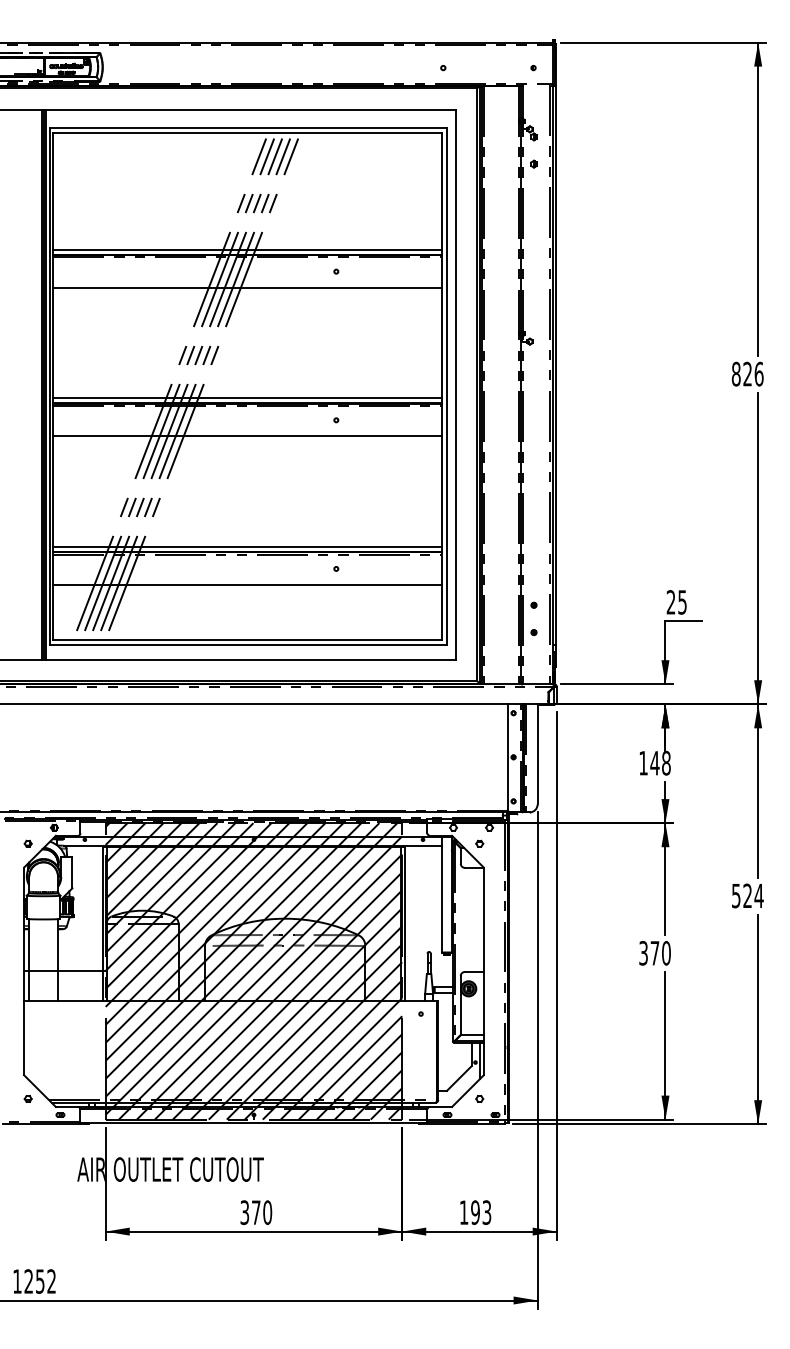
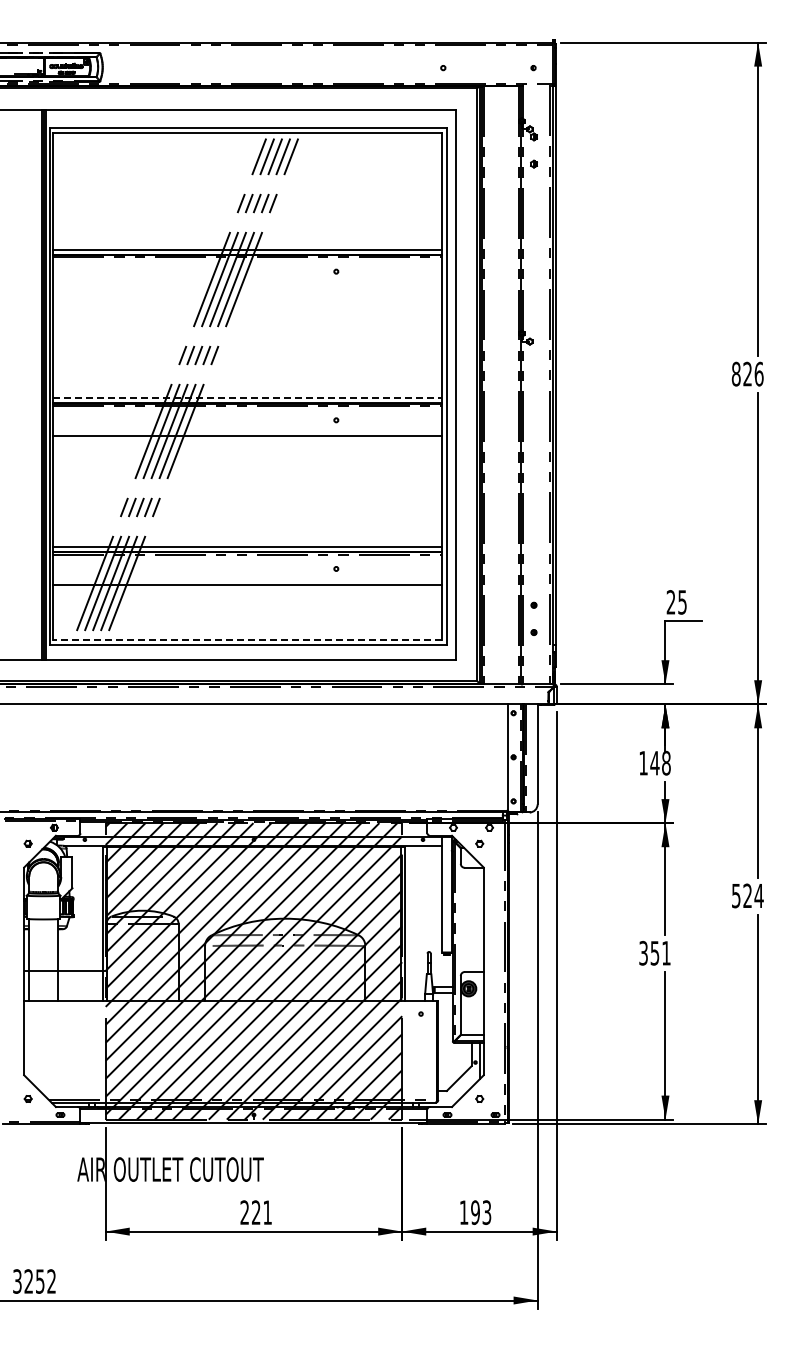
line at (247, 287): present -> none
line at (248, 398): solid -> dashed
line at (247, 640): solid -> dashed
text at (660, 952): 370 -> 351
text at (256, 1212): 370 -> 221
text at (17, 1281): 1252 -> 3252
